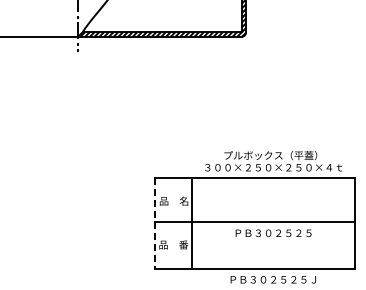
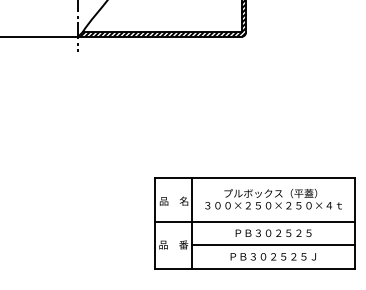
text at (273, 161) position: (273, 161) -> (273, 199)
line at (155, 223): dashed -> solid
line at (273, 245): none -> present
text at (272, 279) position: (272, 279) -> (272, 256)
